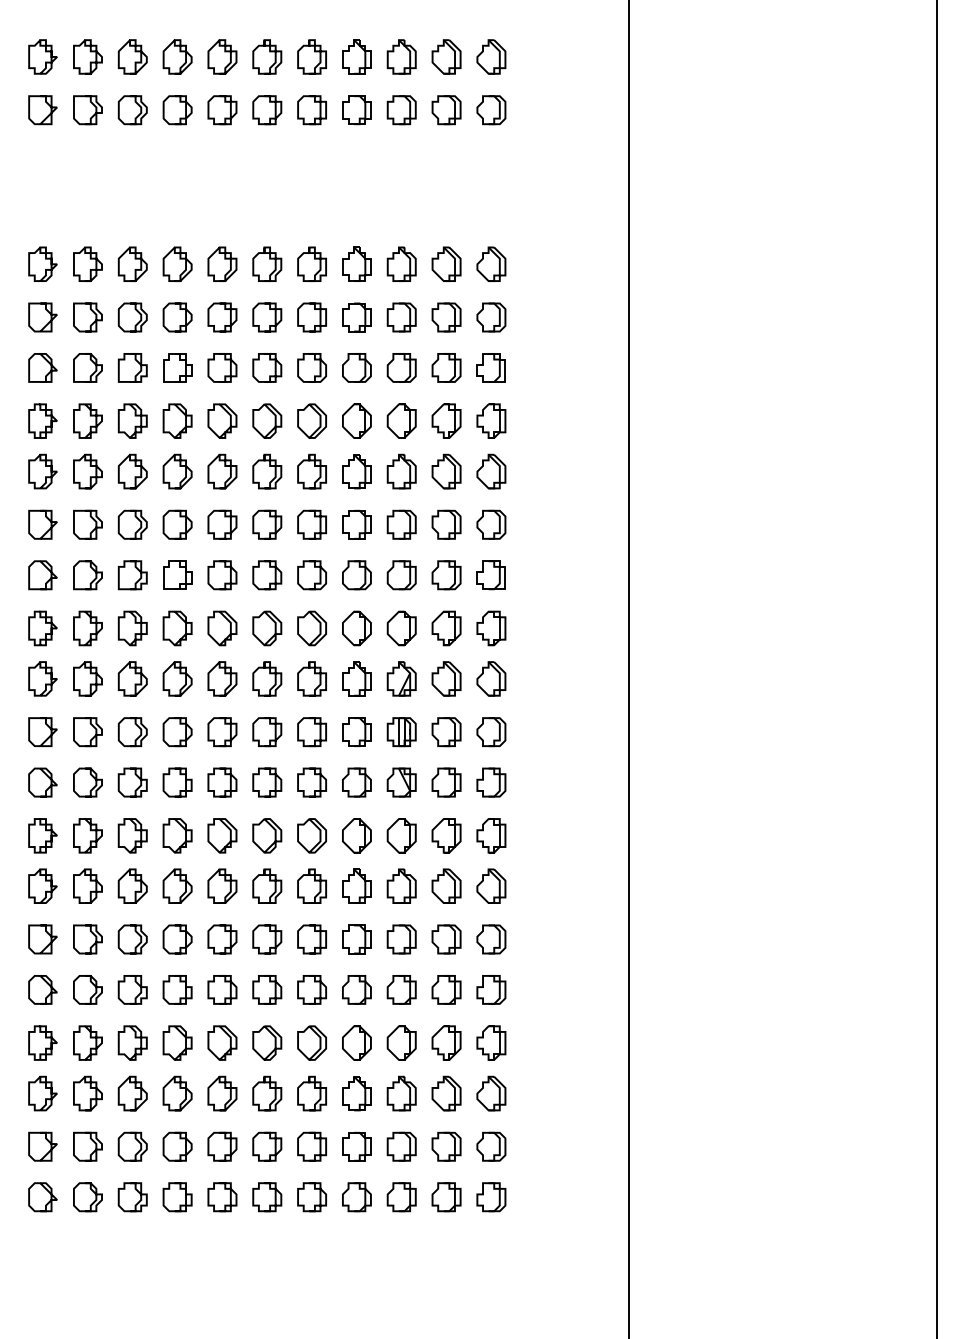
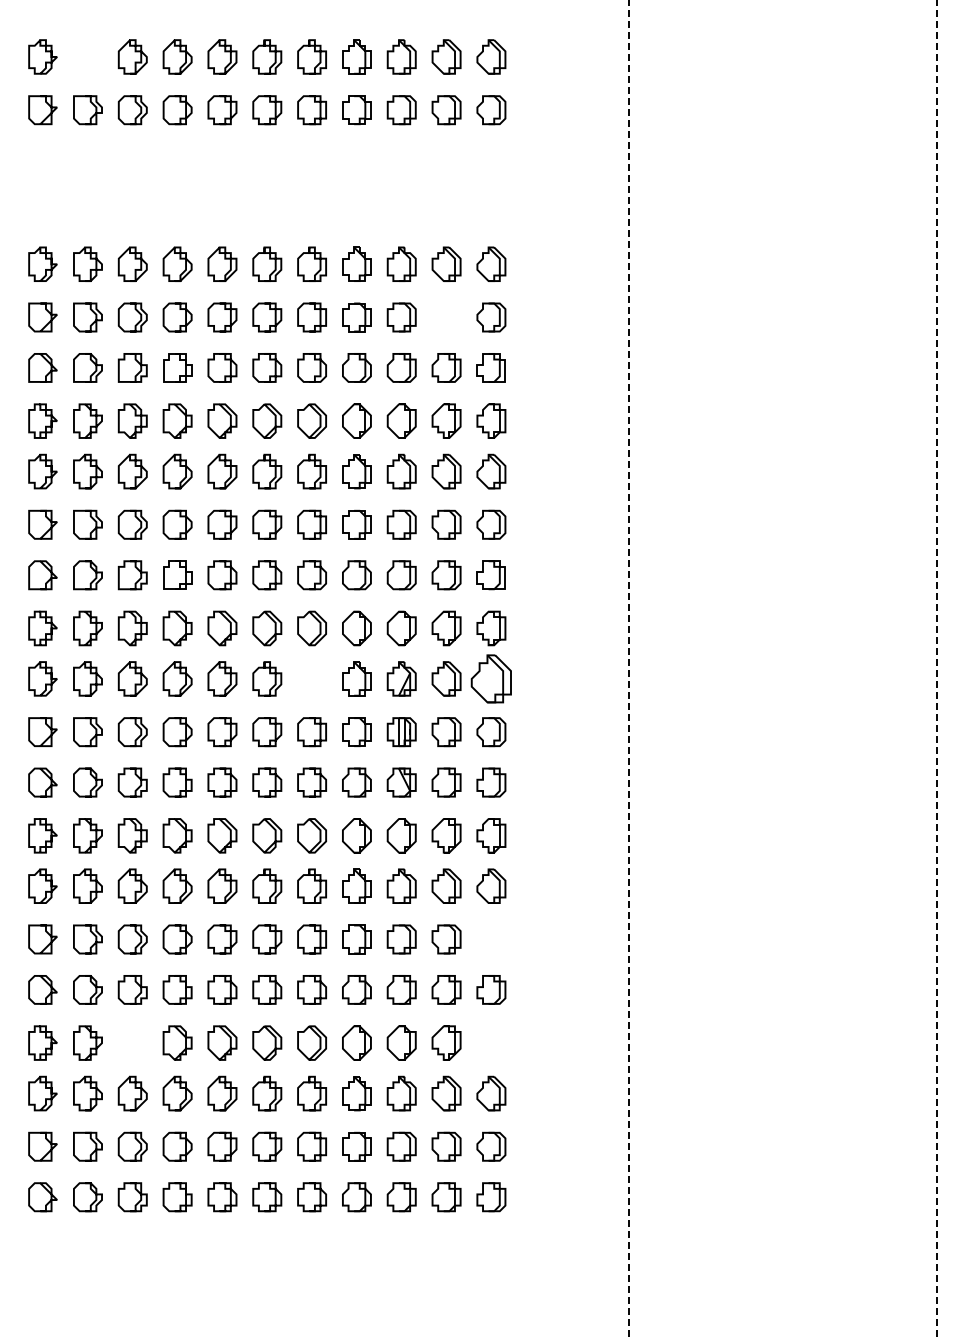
curve at (90, 52): present -> none
part at (446, 317): present -> none
line at (628, 668): solid -> dashed
line at (936, 668): solid -> dashed
curve at (314, 674): present -> none
part at (491, 678) size: 31x36 px -> 42x50 px
part at (491, 939): present -> none
curve at (134, 1038): present -> none
part at (491, 1042): present -> none
